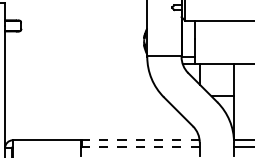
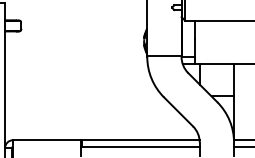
line at (141, 140): dashed -> solid
line at (141, 147): dashed -> solid
